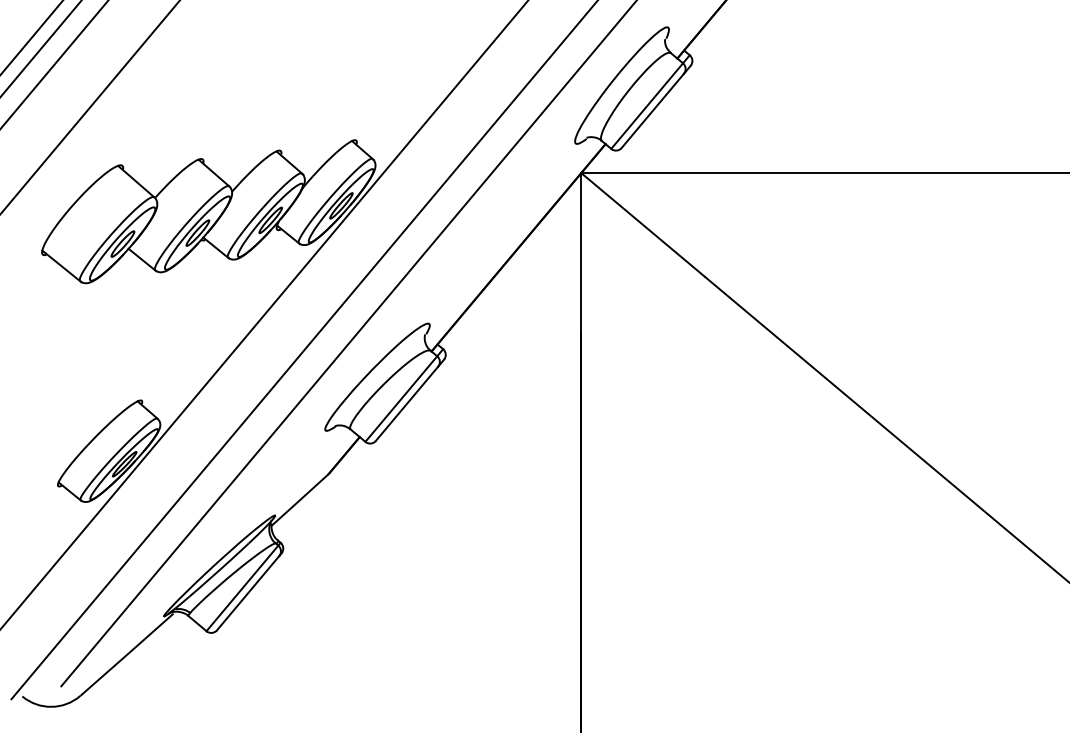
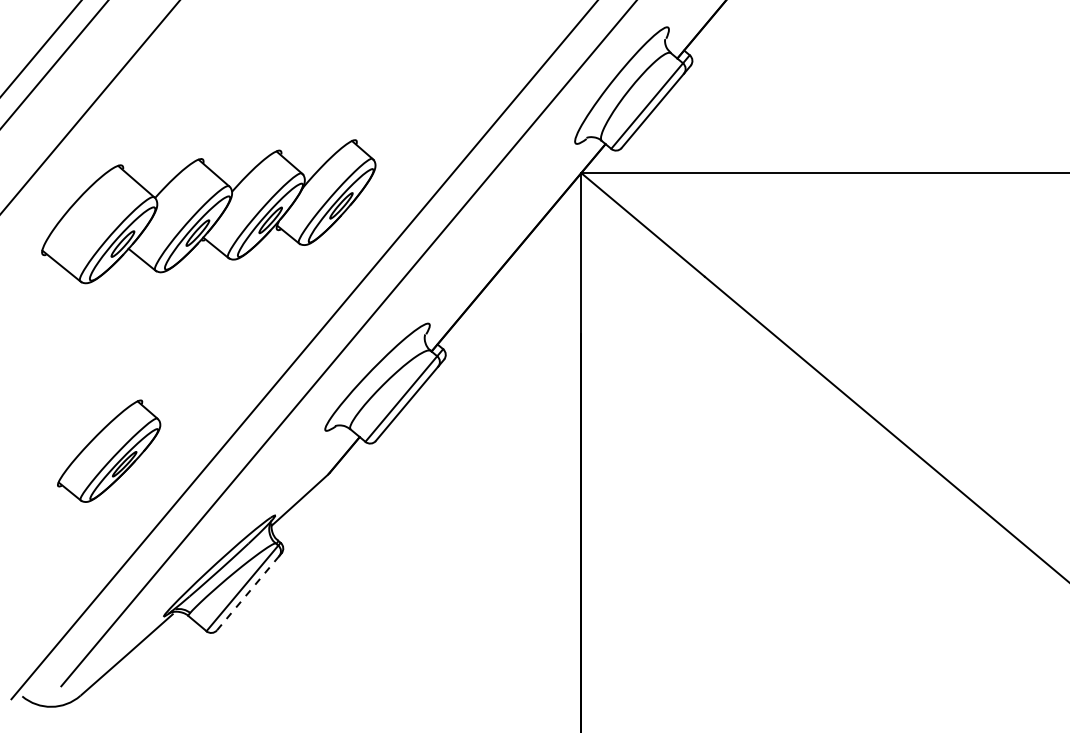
line at (31, 37): present -> none
line at (264, 314): present -> none
line at (248, 592): solid -> dashed
